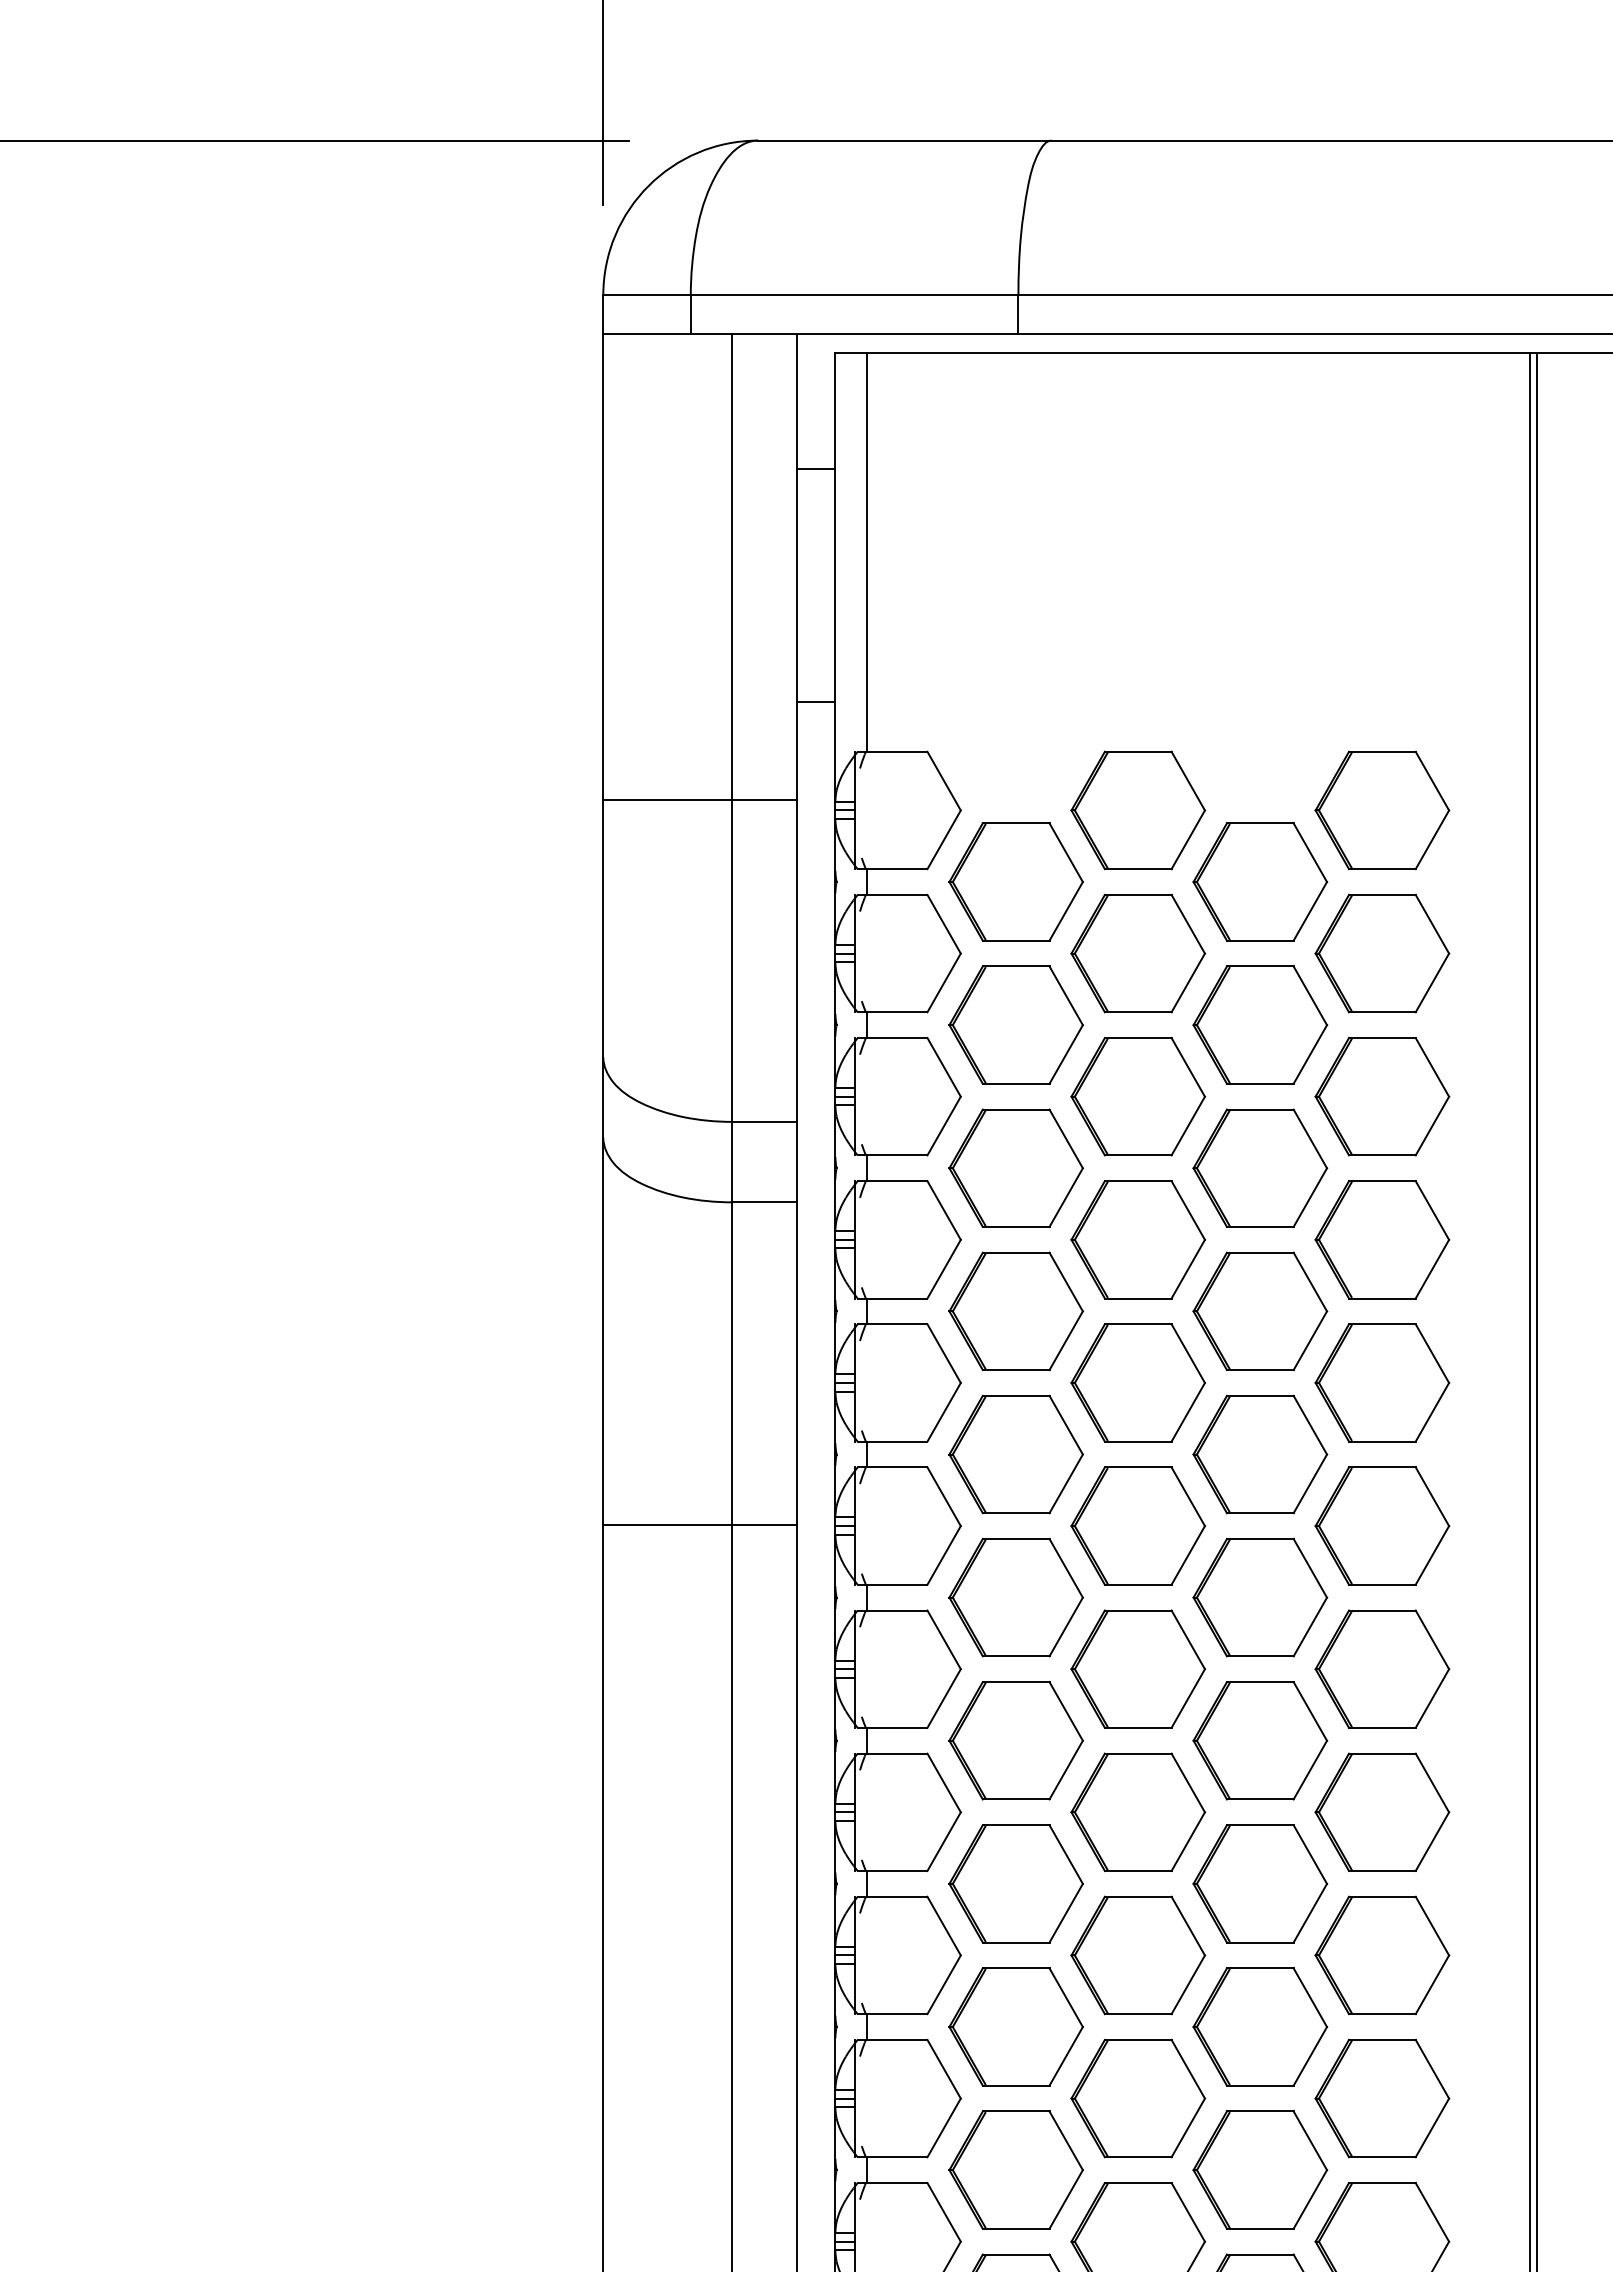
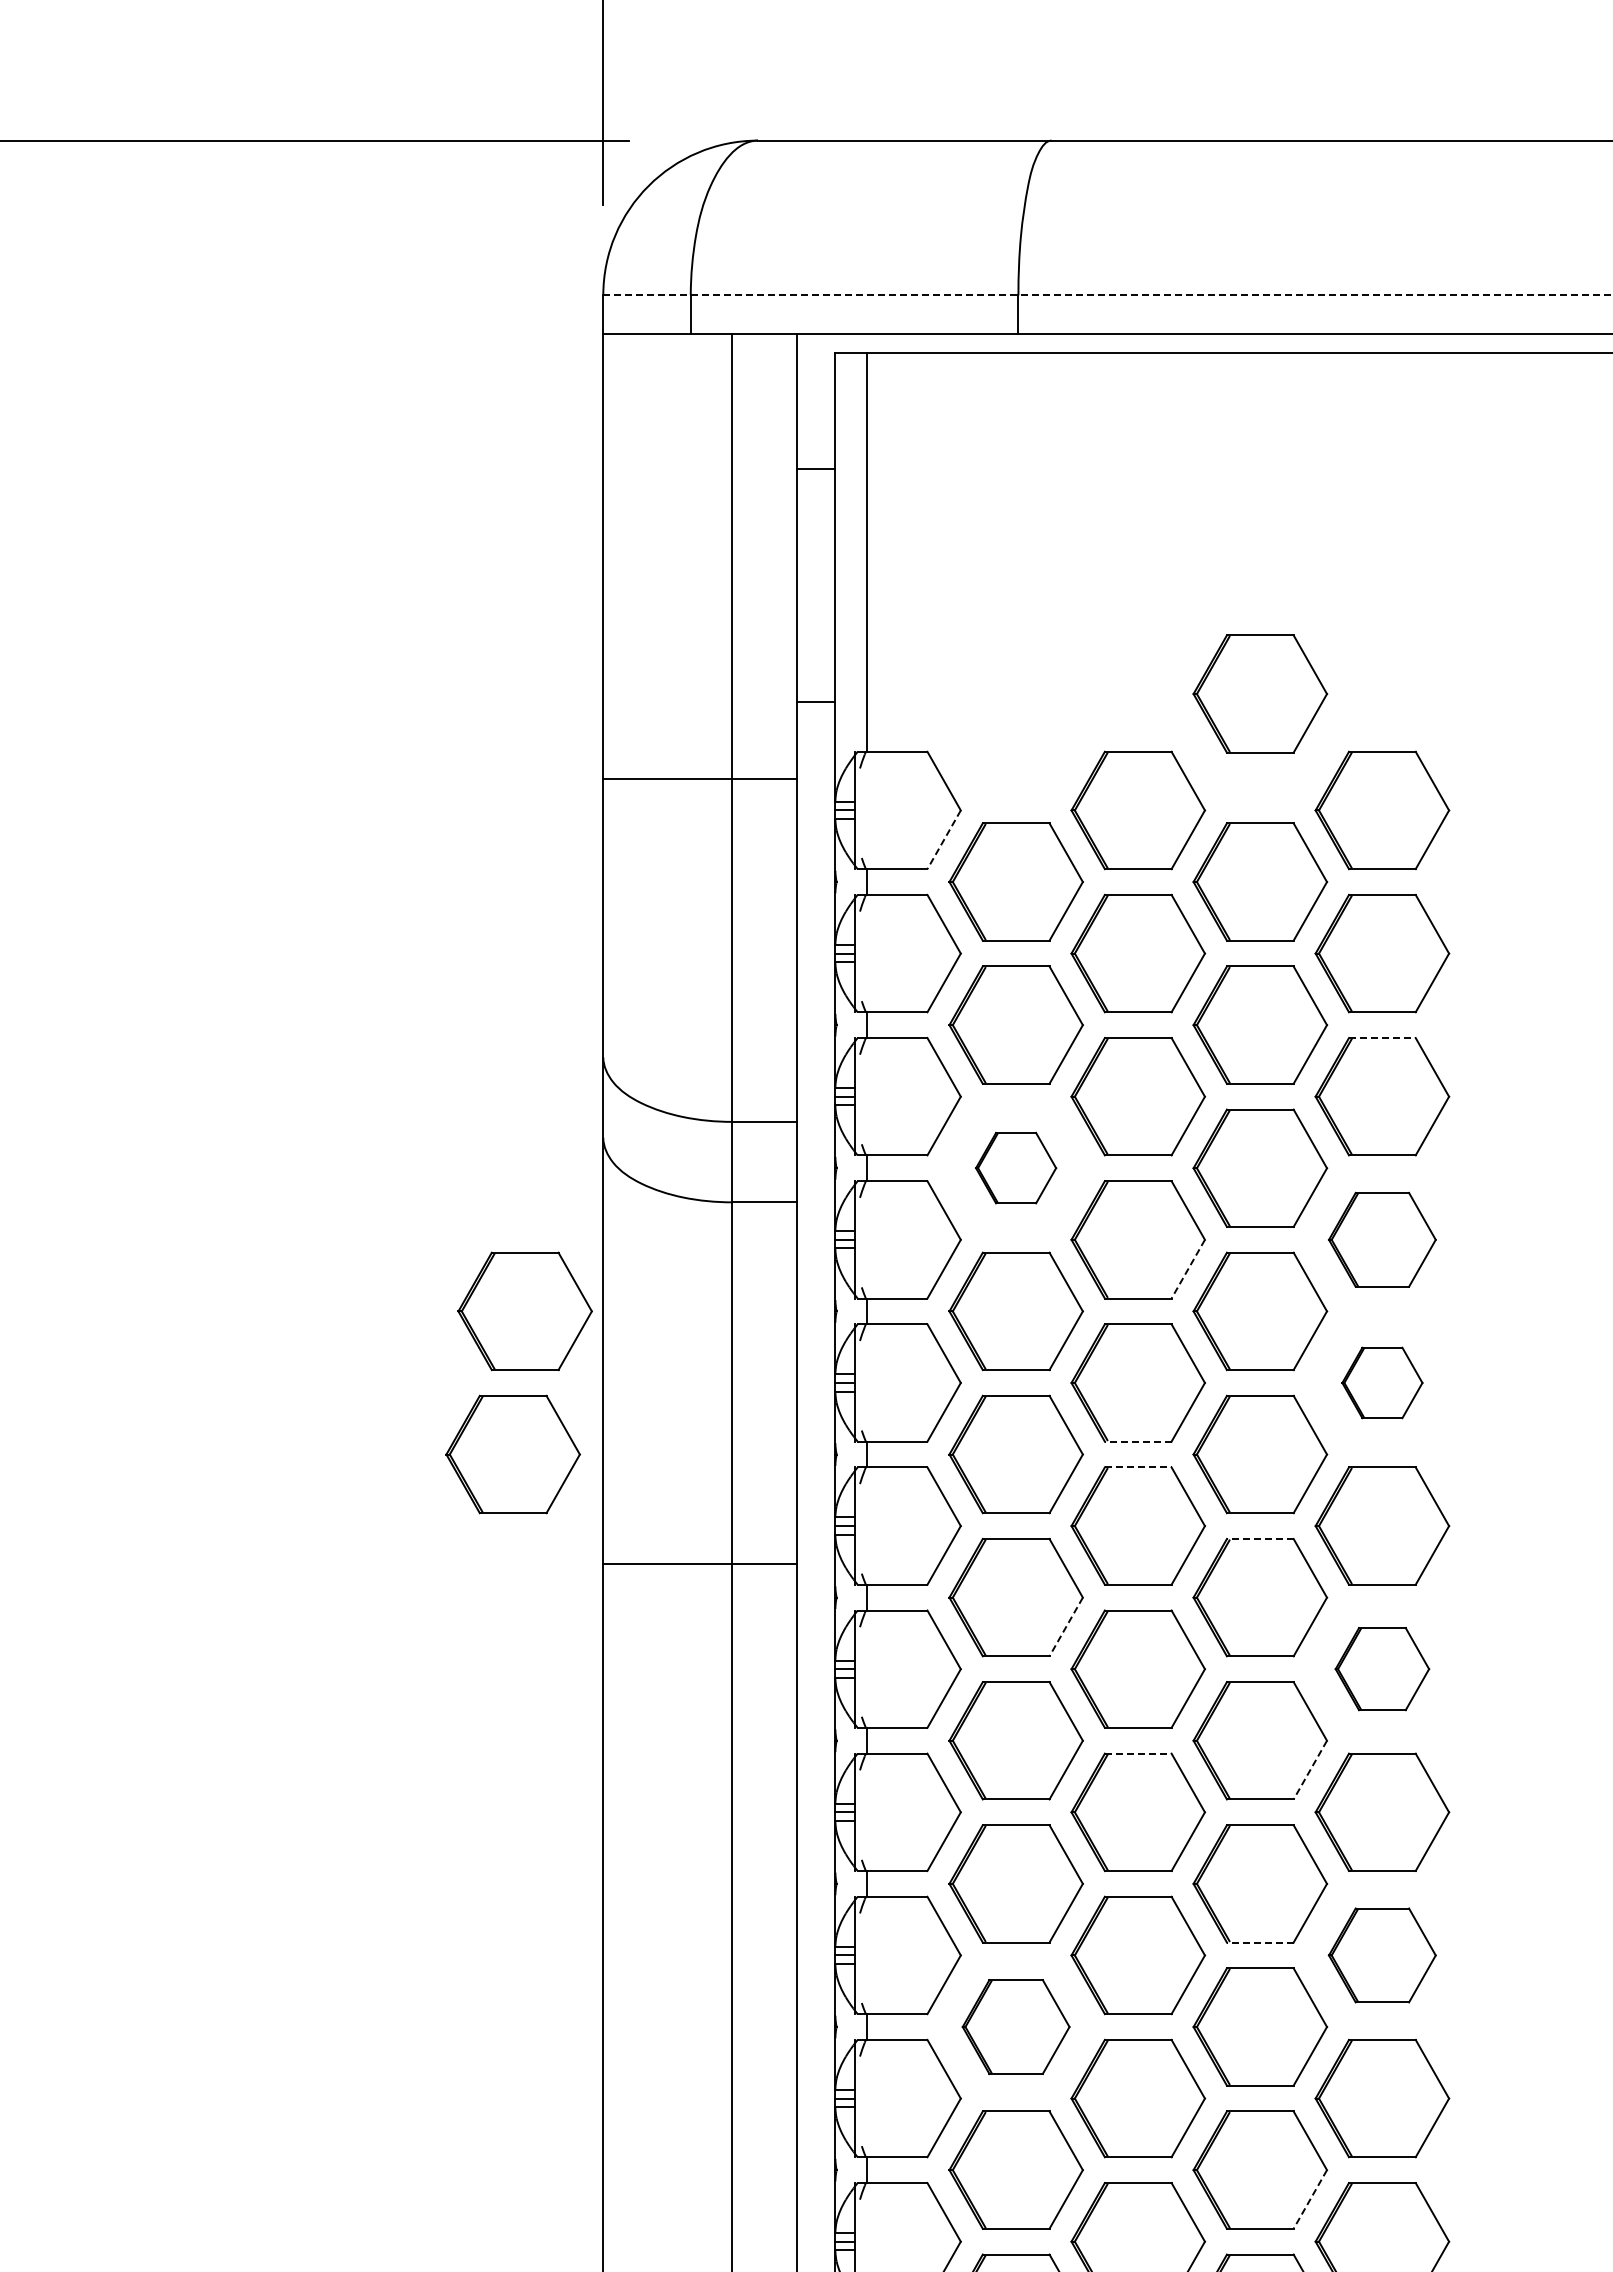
line at (1108, 295): solid -> dashed
part at (1260, 693): none -> present
line at (699, 799) position: (699, 799) -> (699, 778)
line at (944, 839): solid -> dashed
line at (1382, 1038): solid -> dashed
part at (1015, 1167) size: 136x120 px -> 83x74 px
part at (1382, 1239) size: 137x120 px -> 109x97 px
line at (1188, 1269): solid -> dashed
line at (1530, 1310): present -> none
line at (1537, 1310): present -> none
part at (524, 1311): none -> present
part at (1382, 1382) size: 137x120 px -> 83x74 px
line at (1137, 1441): solid -> dashed
part at (512, 1454): none -> present
line at (1138, 1467): solid -> dashed
line at (699, 1524) position: (699, 1524) -> (699, 1563)
line at (1259, 1538): solid -> dashed
line at (1066, 1626): solid -> dashed
part at (1382, 1668) size: 137x120 px -> 97x85 px
line at (1138, 1753): solid -> dashed
line at (1310, 1770): solid -> dashed
line at (1259, 1942): solid -> dashed
part at (1382, 1955) size: 137x121 px -> 110x97 px
part at (1015, 2026) size: 136x120 px -> 110x96 px
line at (1310, 2199): solid -> dashed
